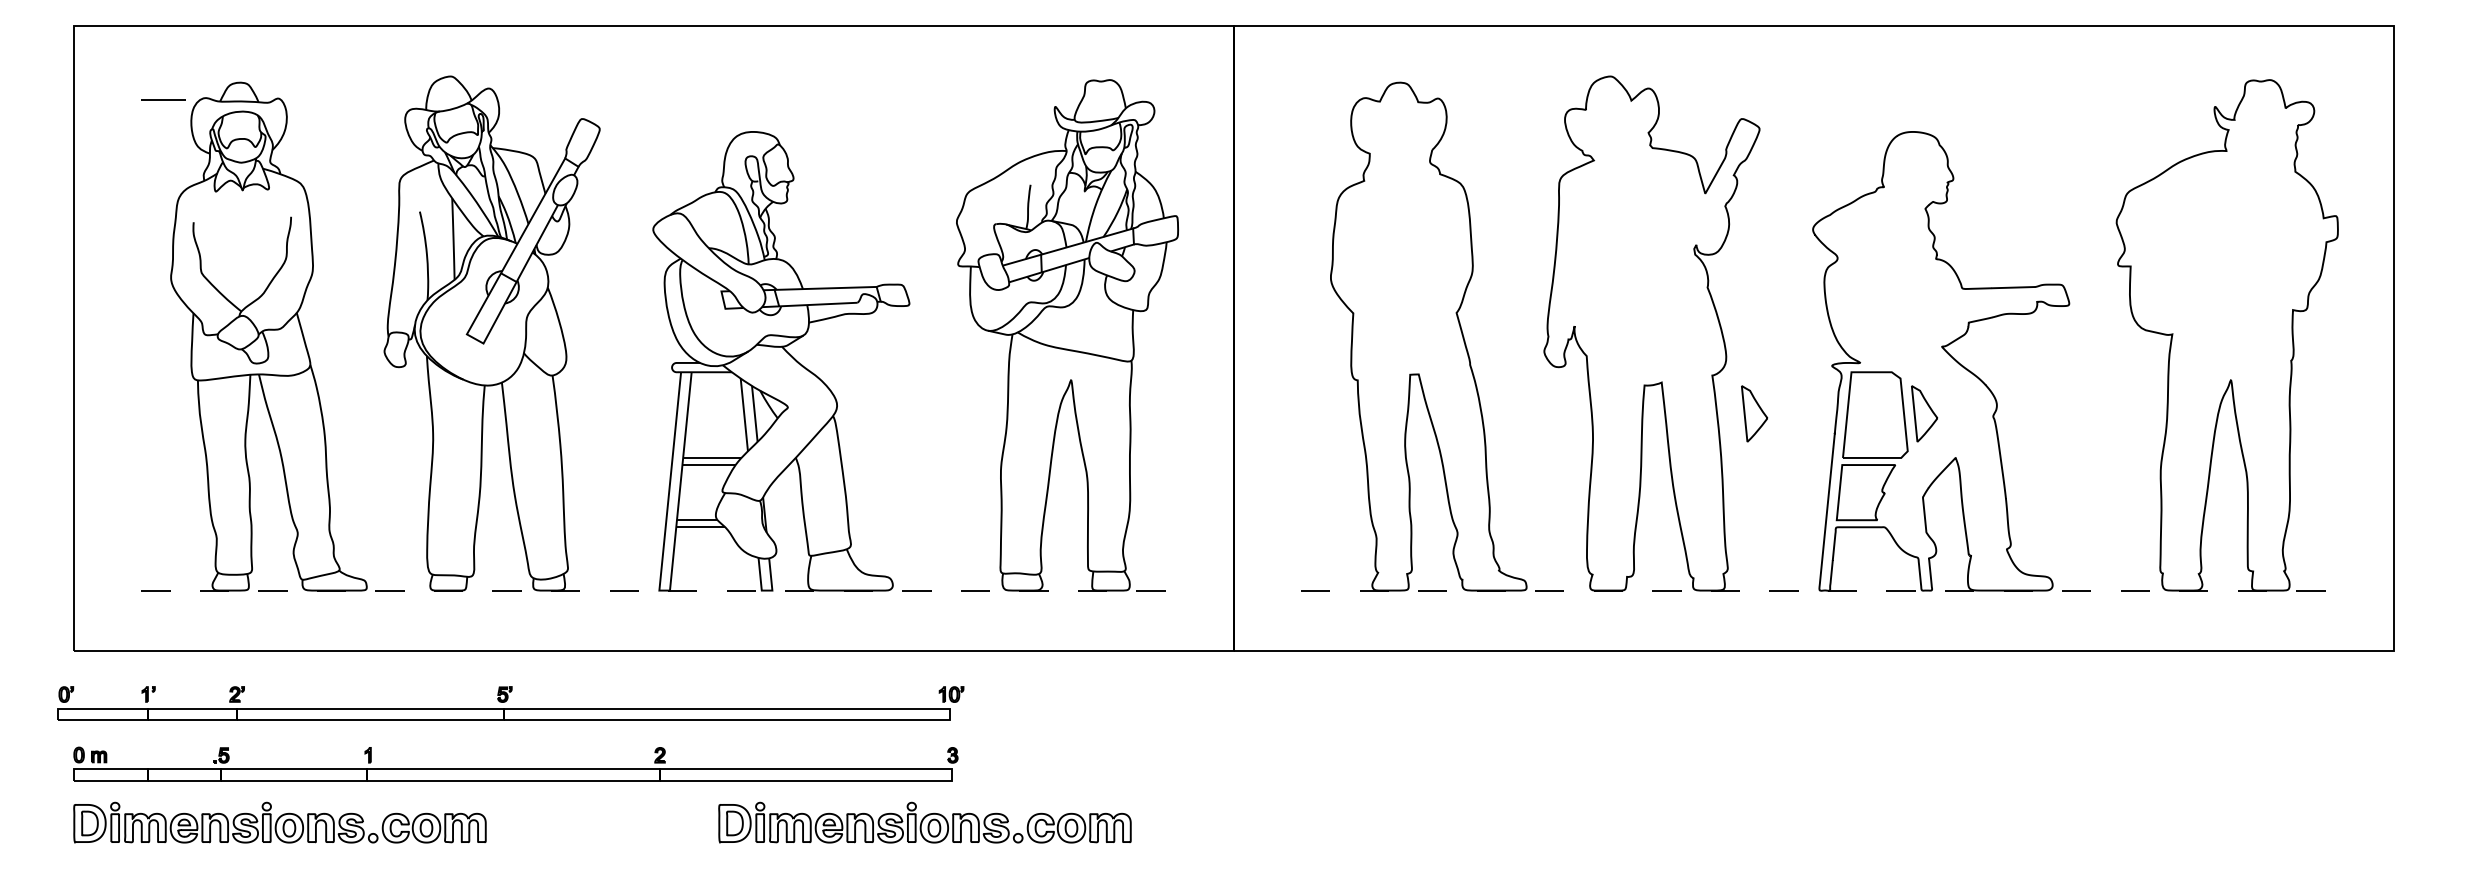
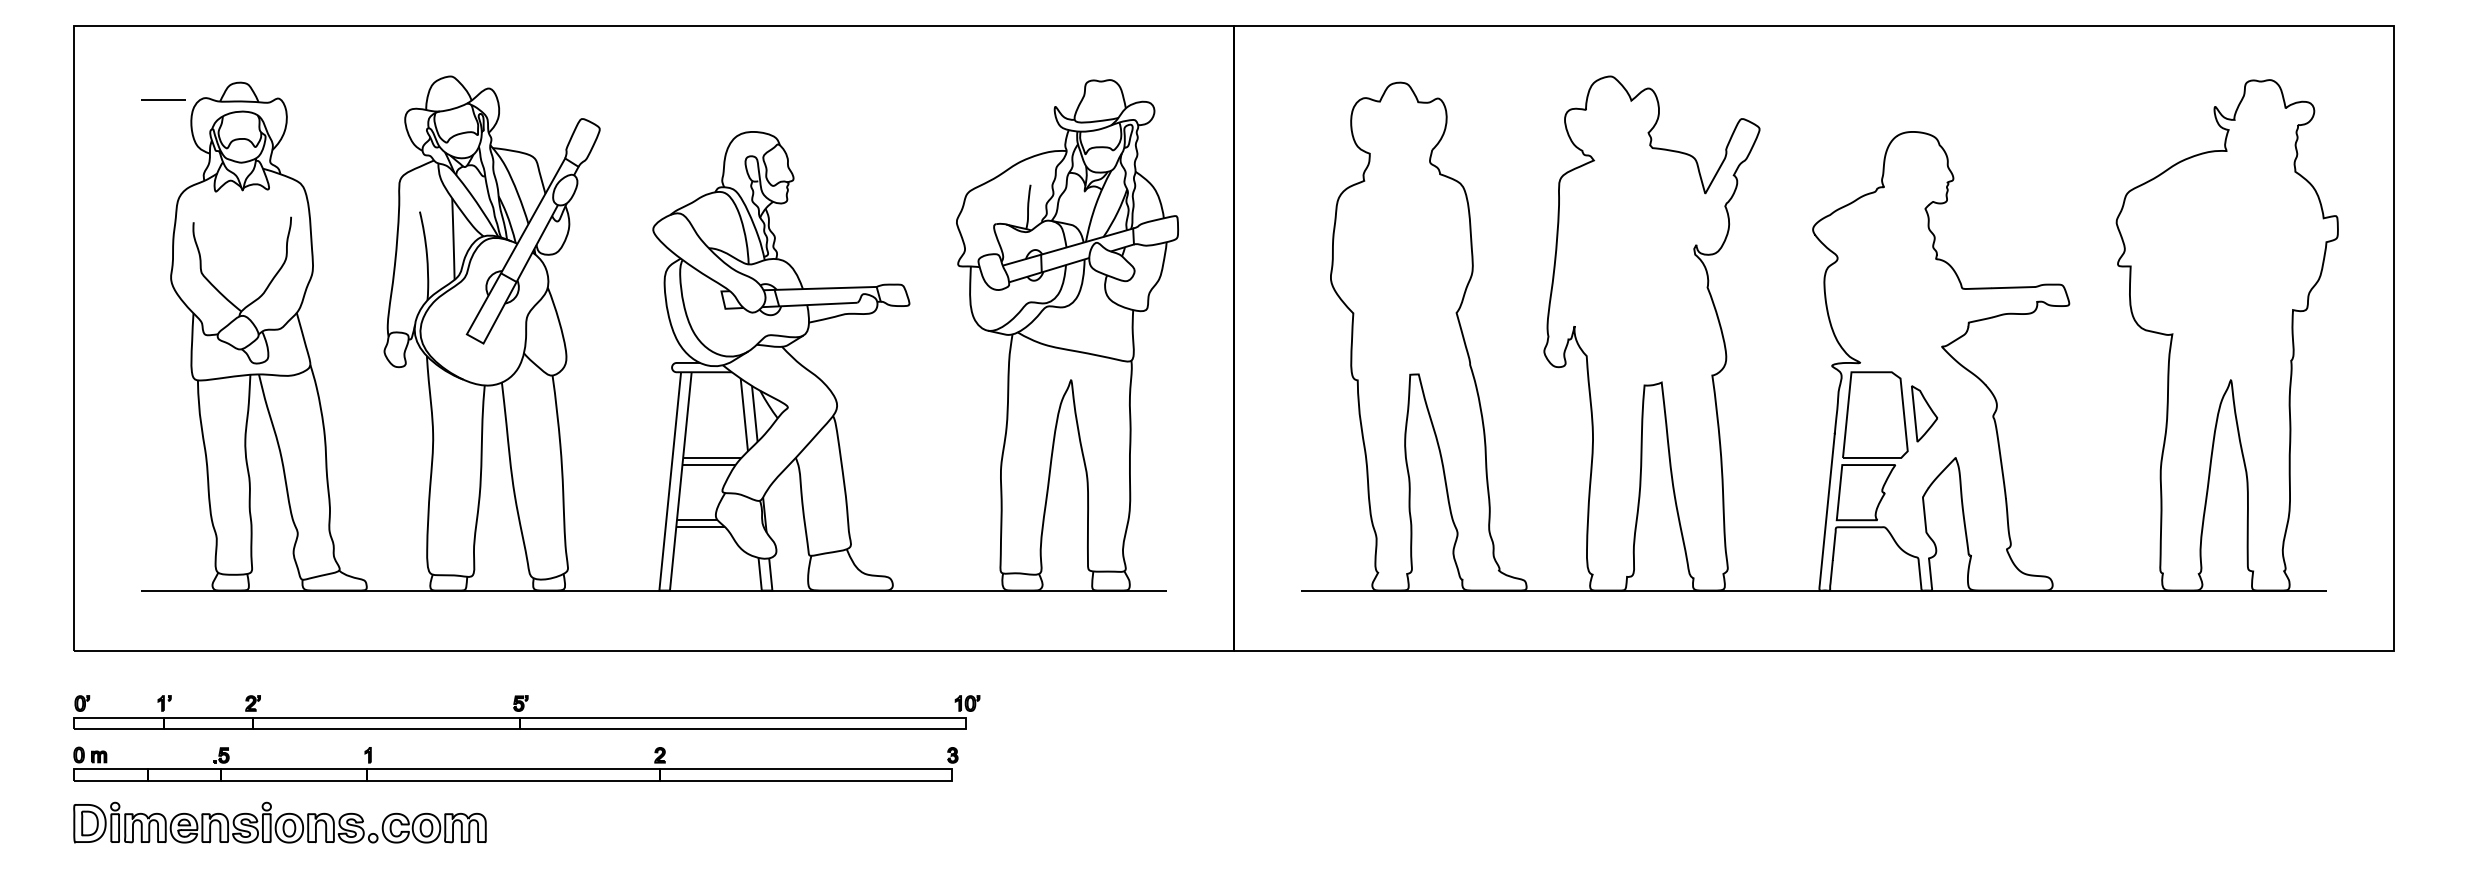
part at (1754, 413): present -> none
line at (654, 590): dashed -> solid
line at (1814, 590): dashed -> solid
part at (510, 703) position: (510, 703) -> (526, 712)
part at (924, 822): present -> none
